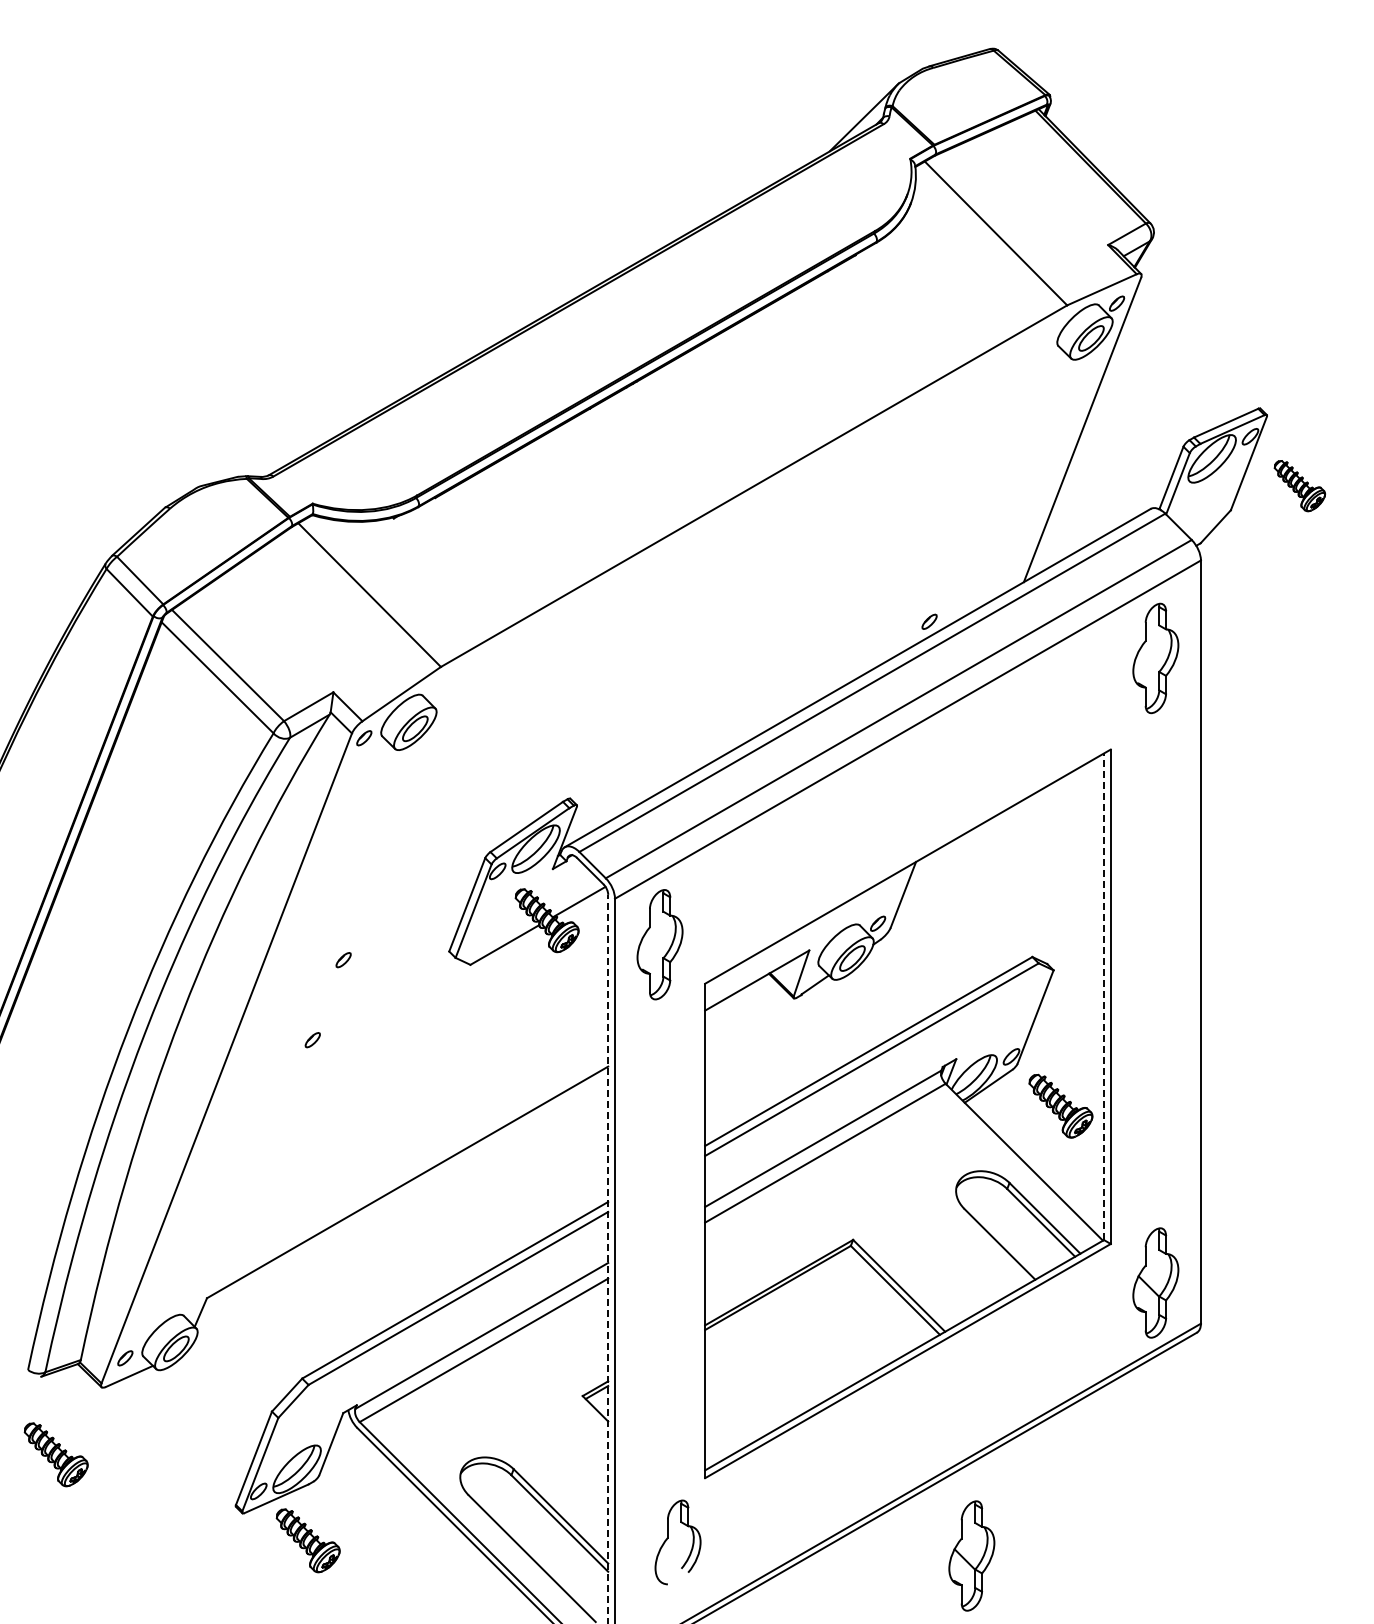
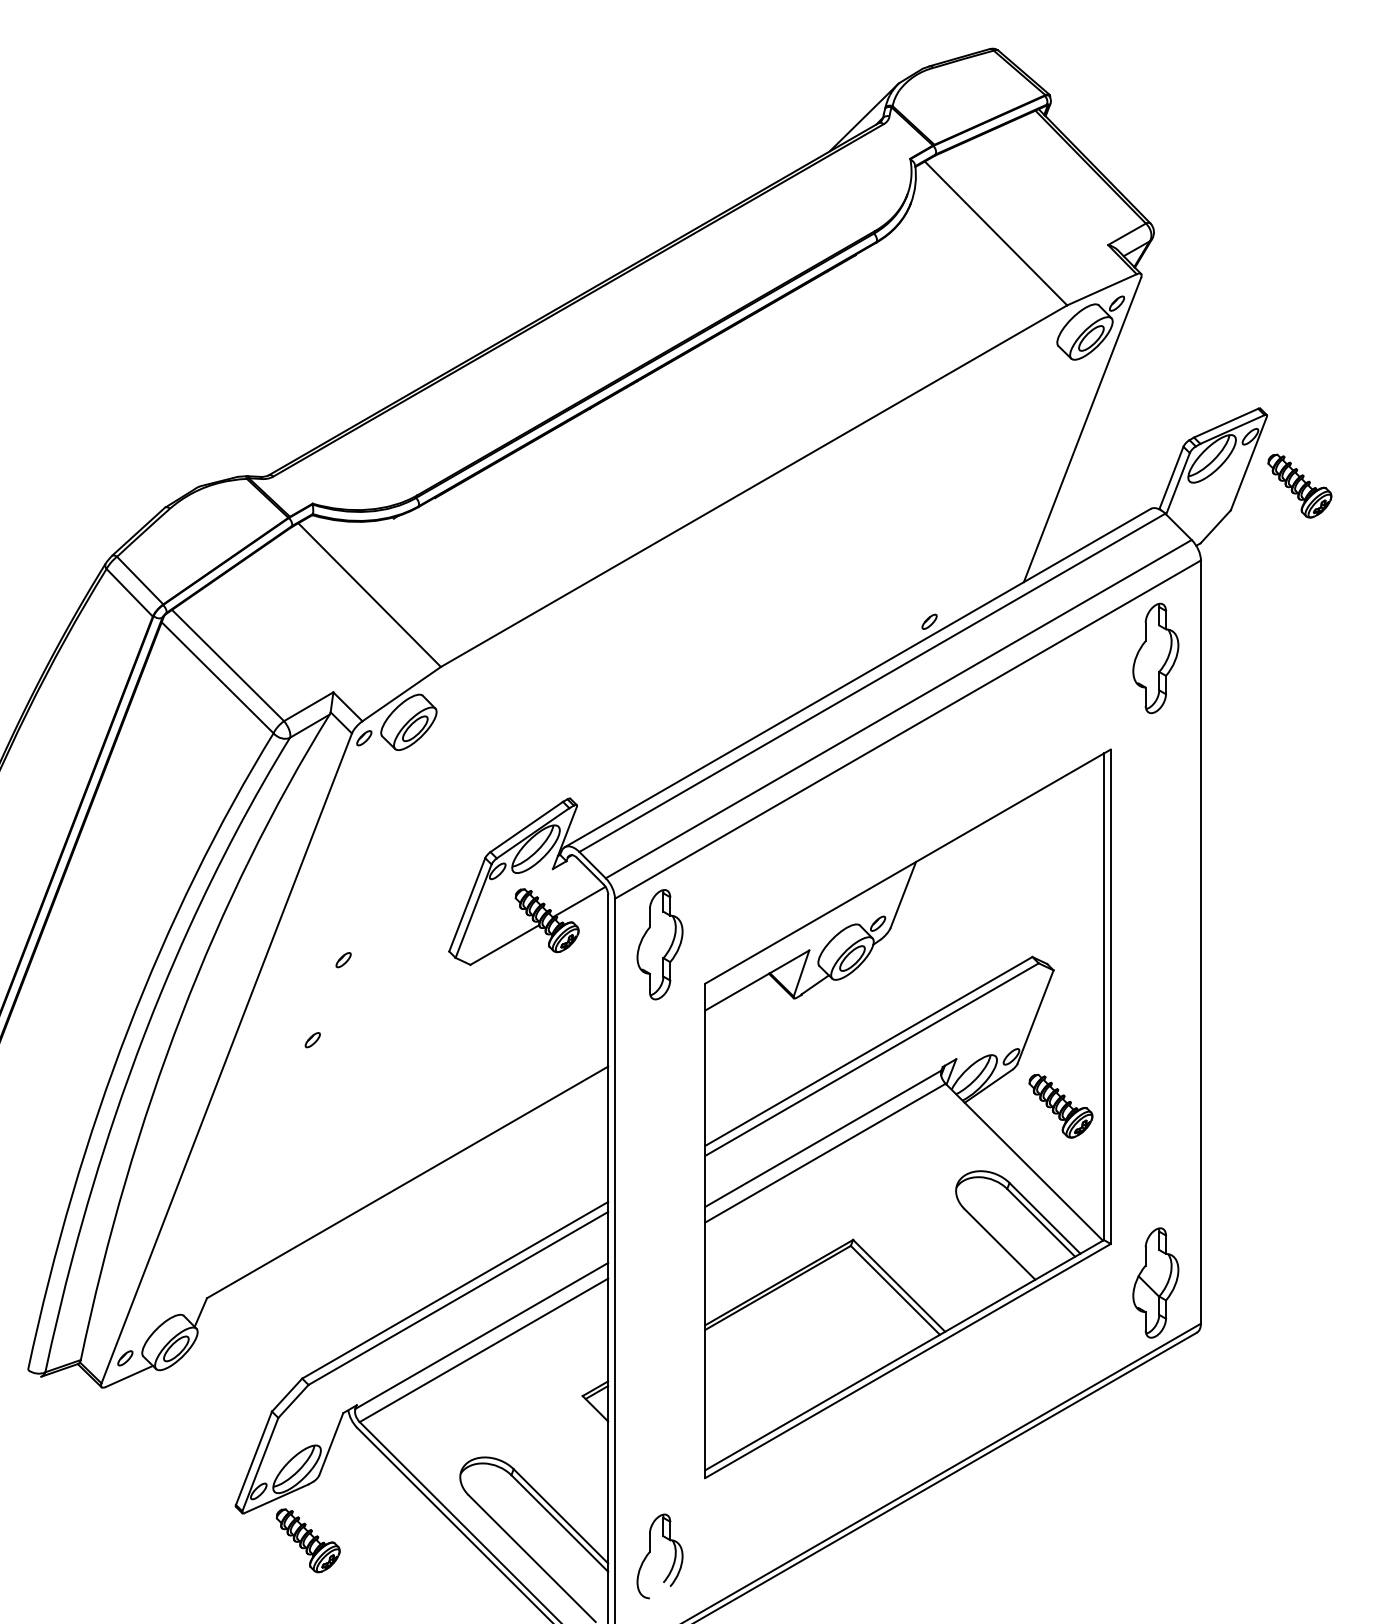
part at (1299, 486) size: 53x53 px -> 66x66 px
line at (1104, 996): dashed -> solid
line at (608, 1258): dashed -> solid
part at (55, 1454): present -> none
part at (668, 1538) position: (668, 1538) -> (650, 1552)
part at (971, 1555): present -> none
